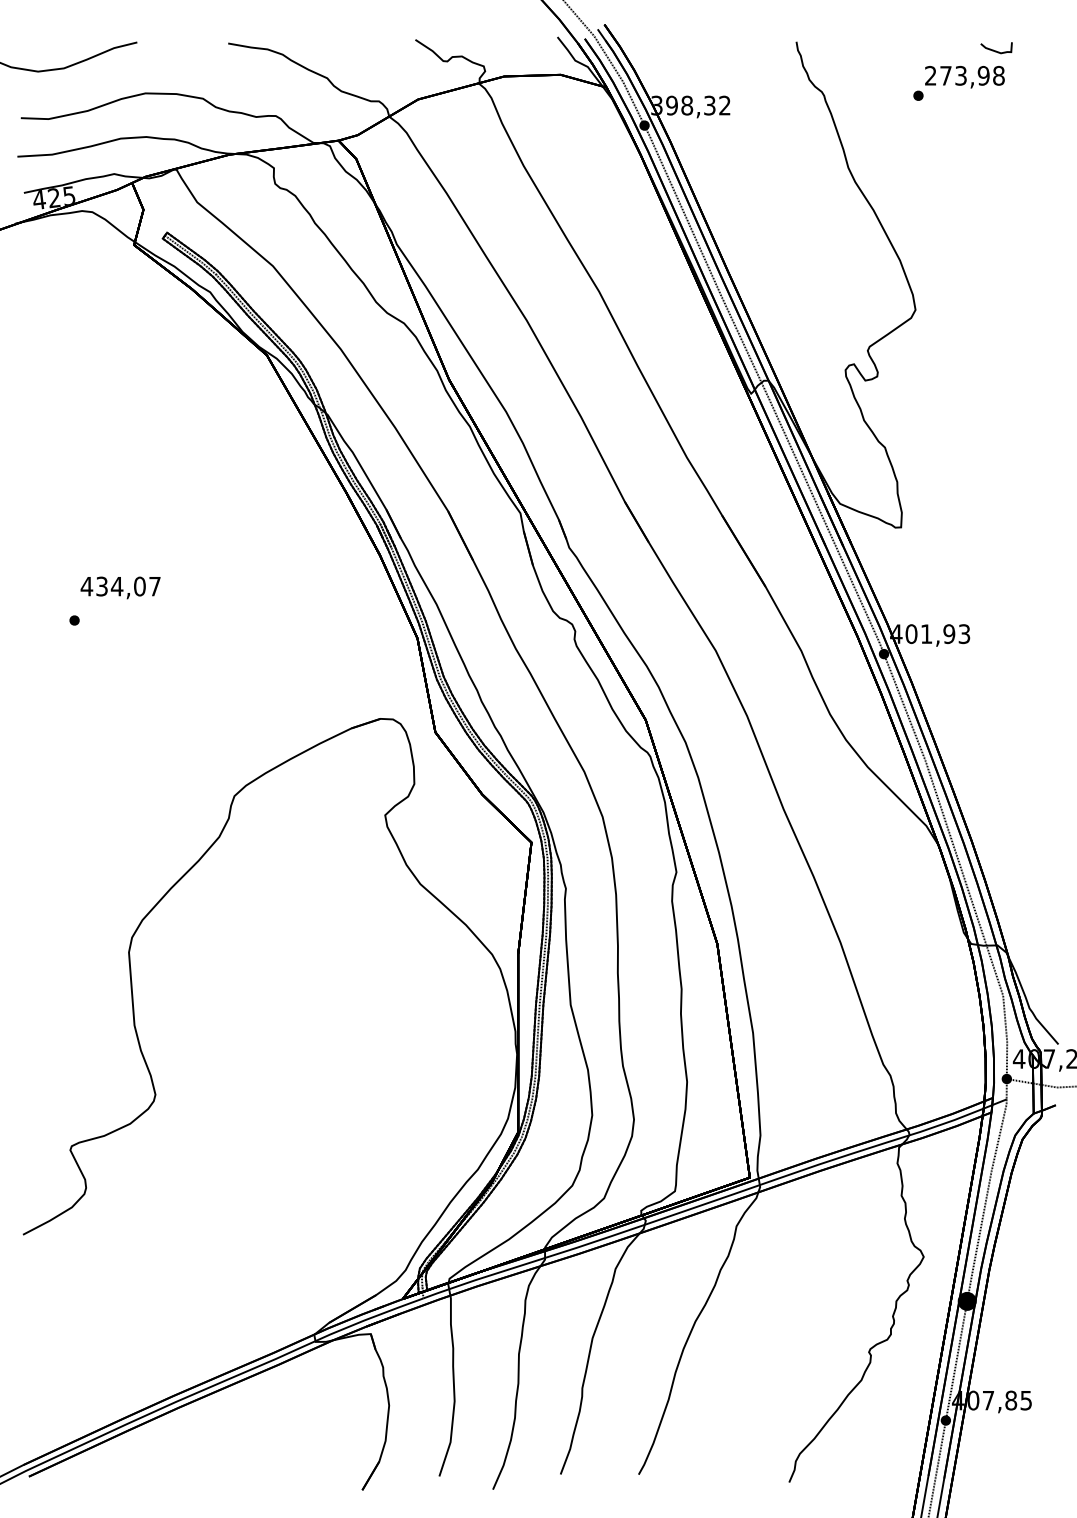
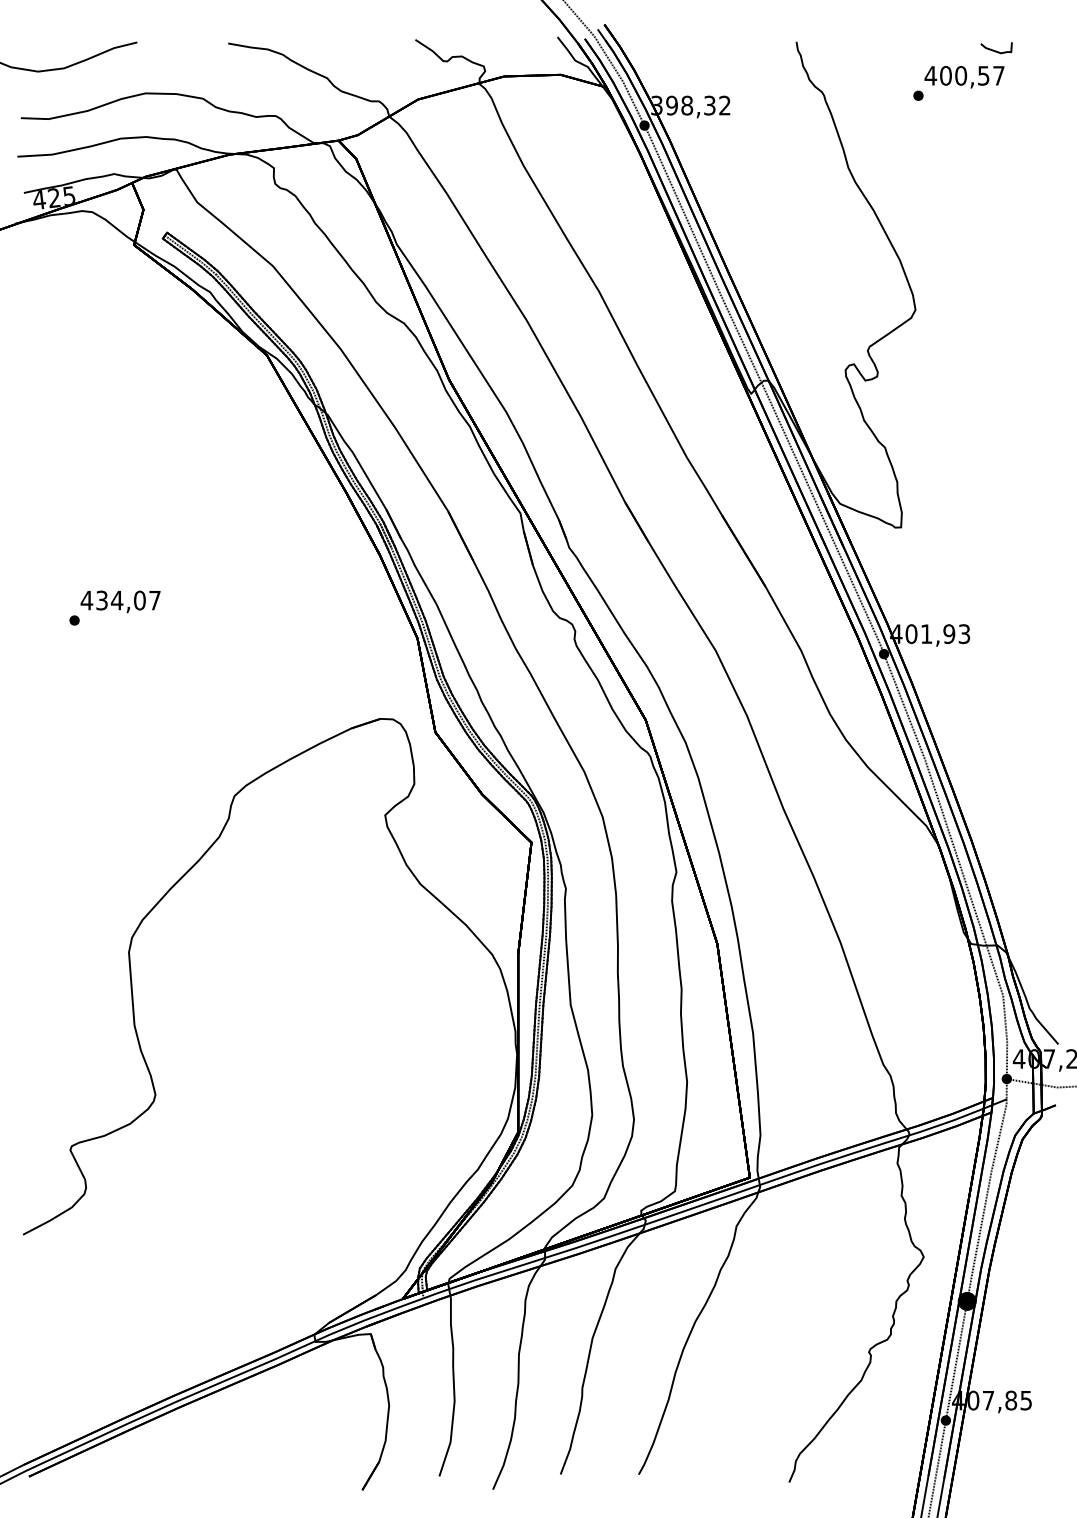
text at (964, 75): 273,98 -> 400,57
text at (120, 587) position: (120, 587) -> (120, 601)
